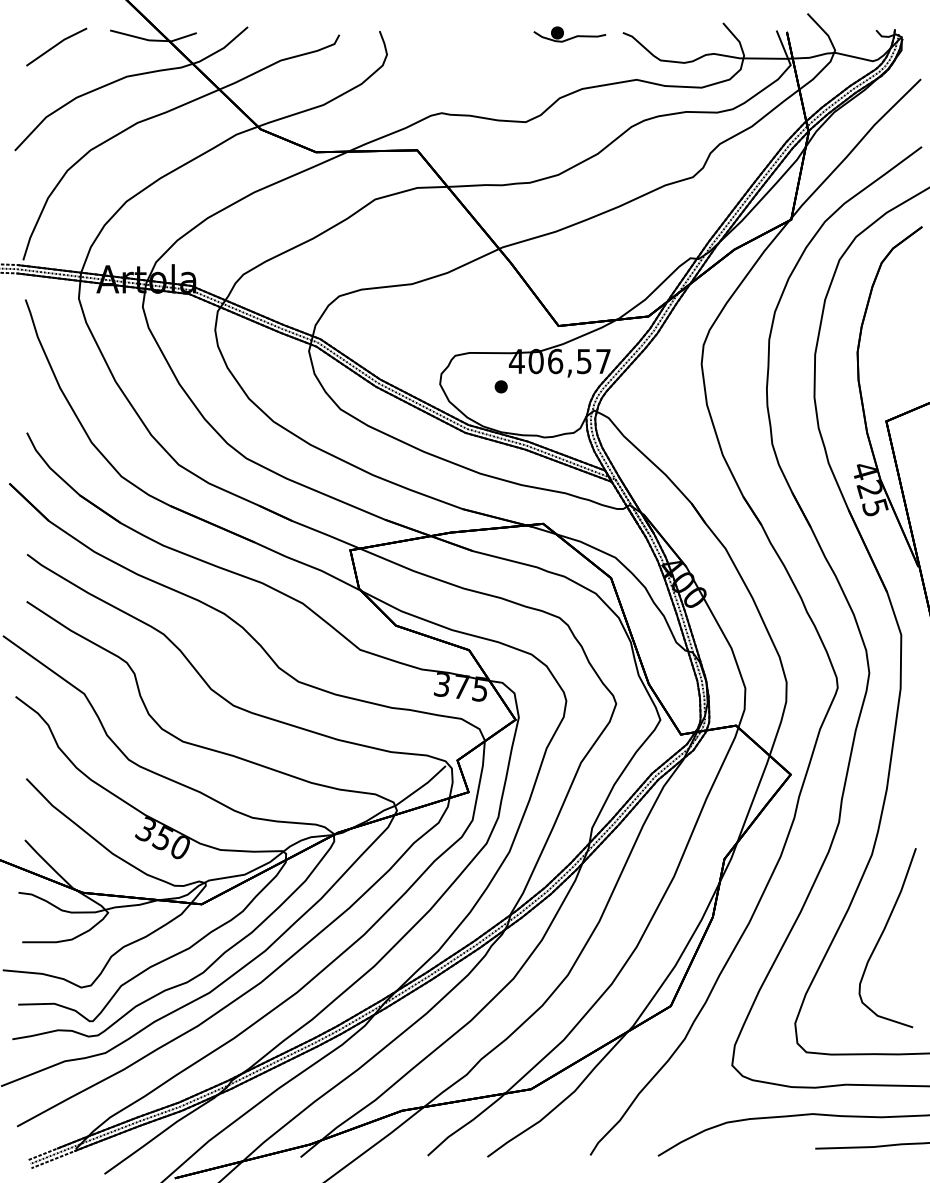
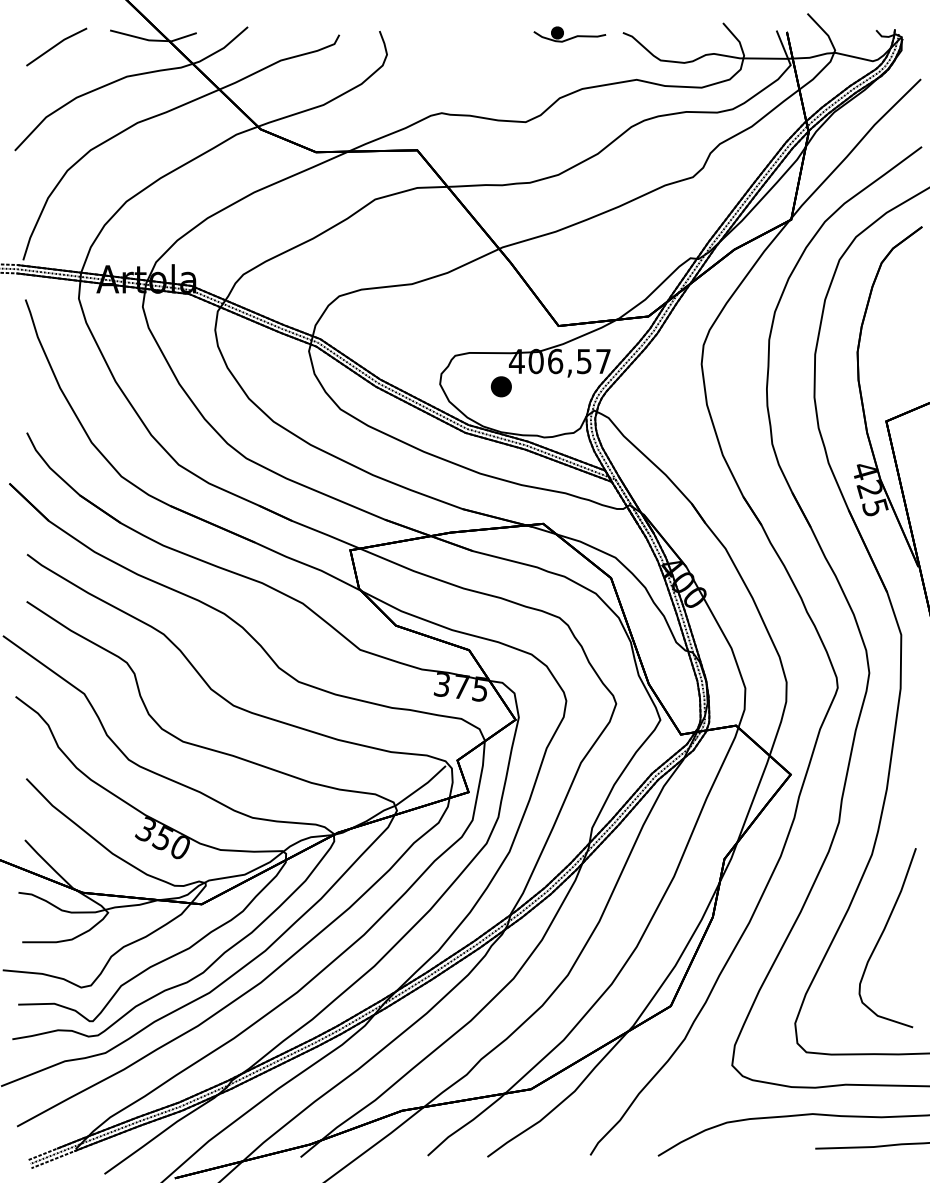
part at (500, 386) size: 14x14 px -> 22x22 px
